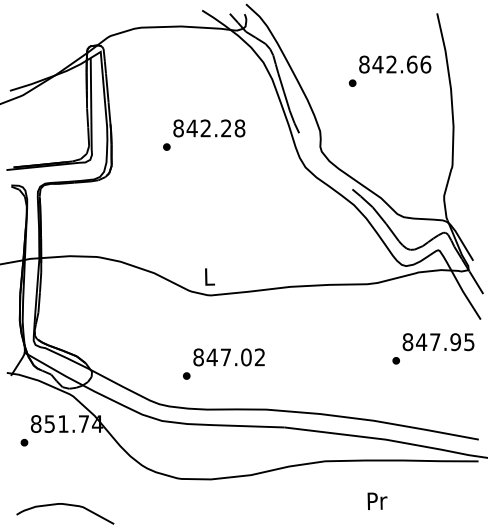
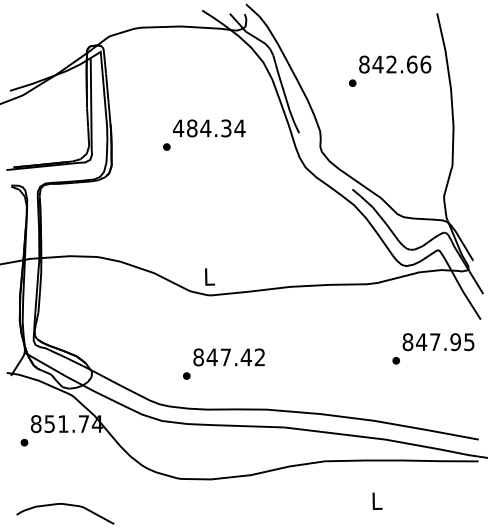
text at (208, 128): 842.28 -> 484.34
text at (245, 357): 847.02 -> 847.42
text at (377, 501): Pr -> L
